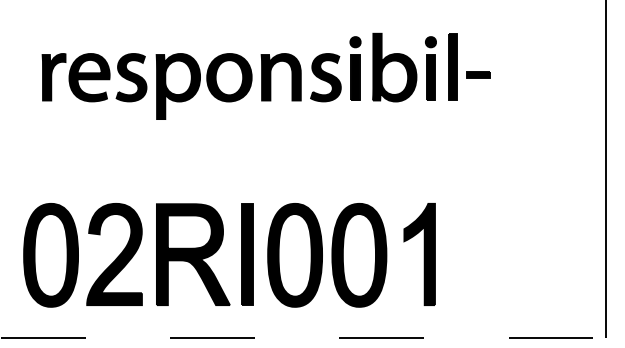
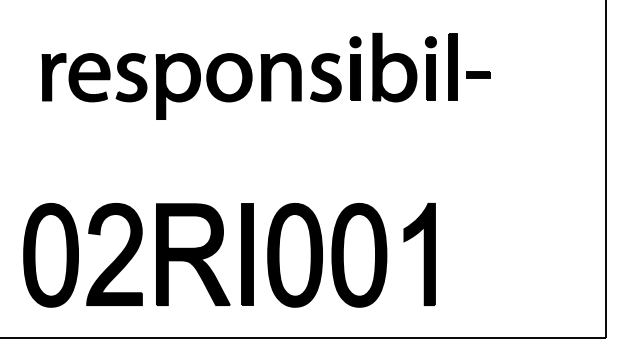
line at (303, 337): dashed -> solid
